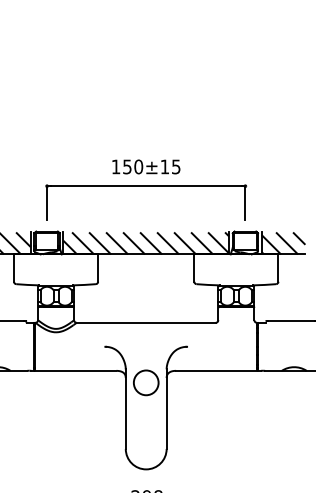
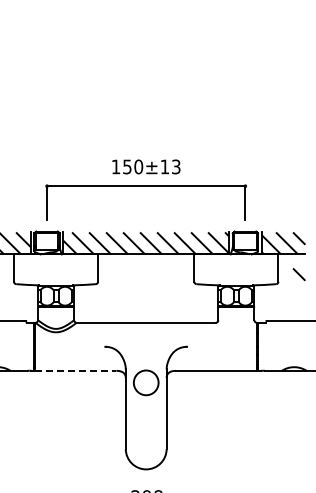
text at (176, 166): 150±15 -> 150±13
line at (298, 274): none -> present
line at (75, 370): solid -> dashed
